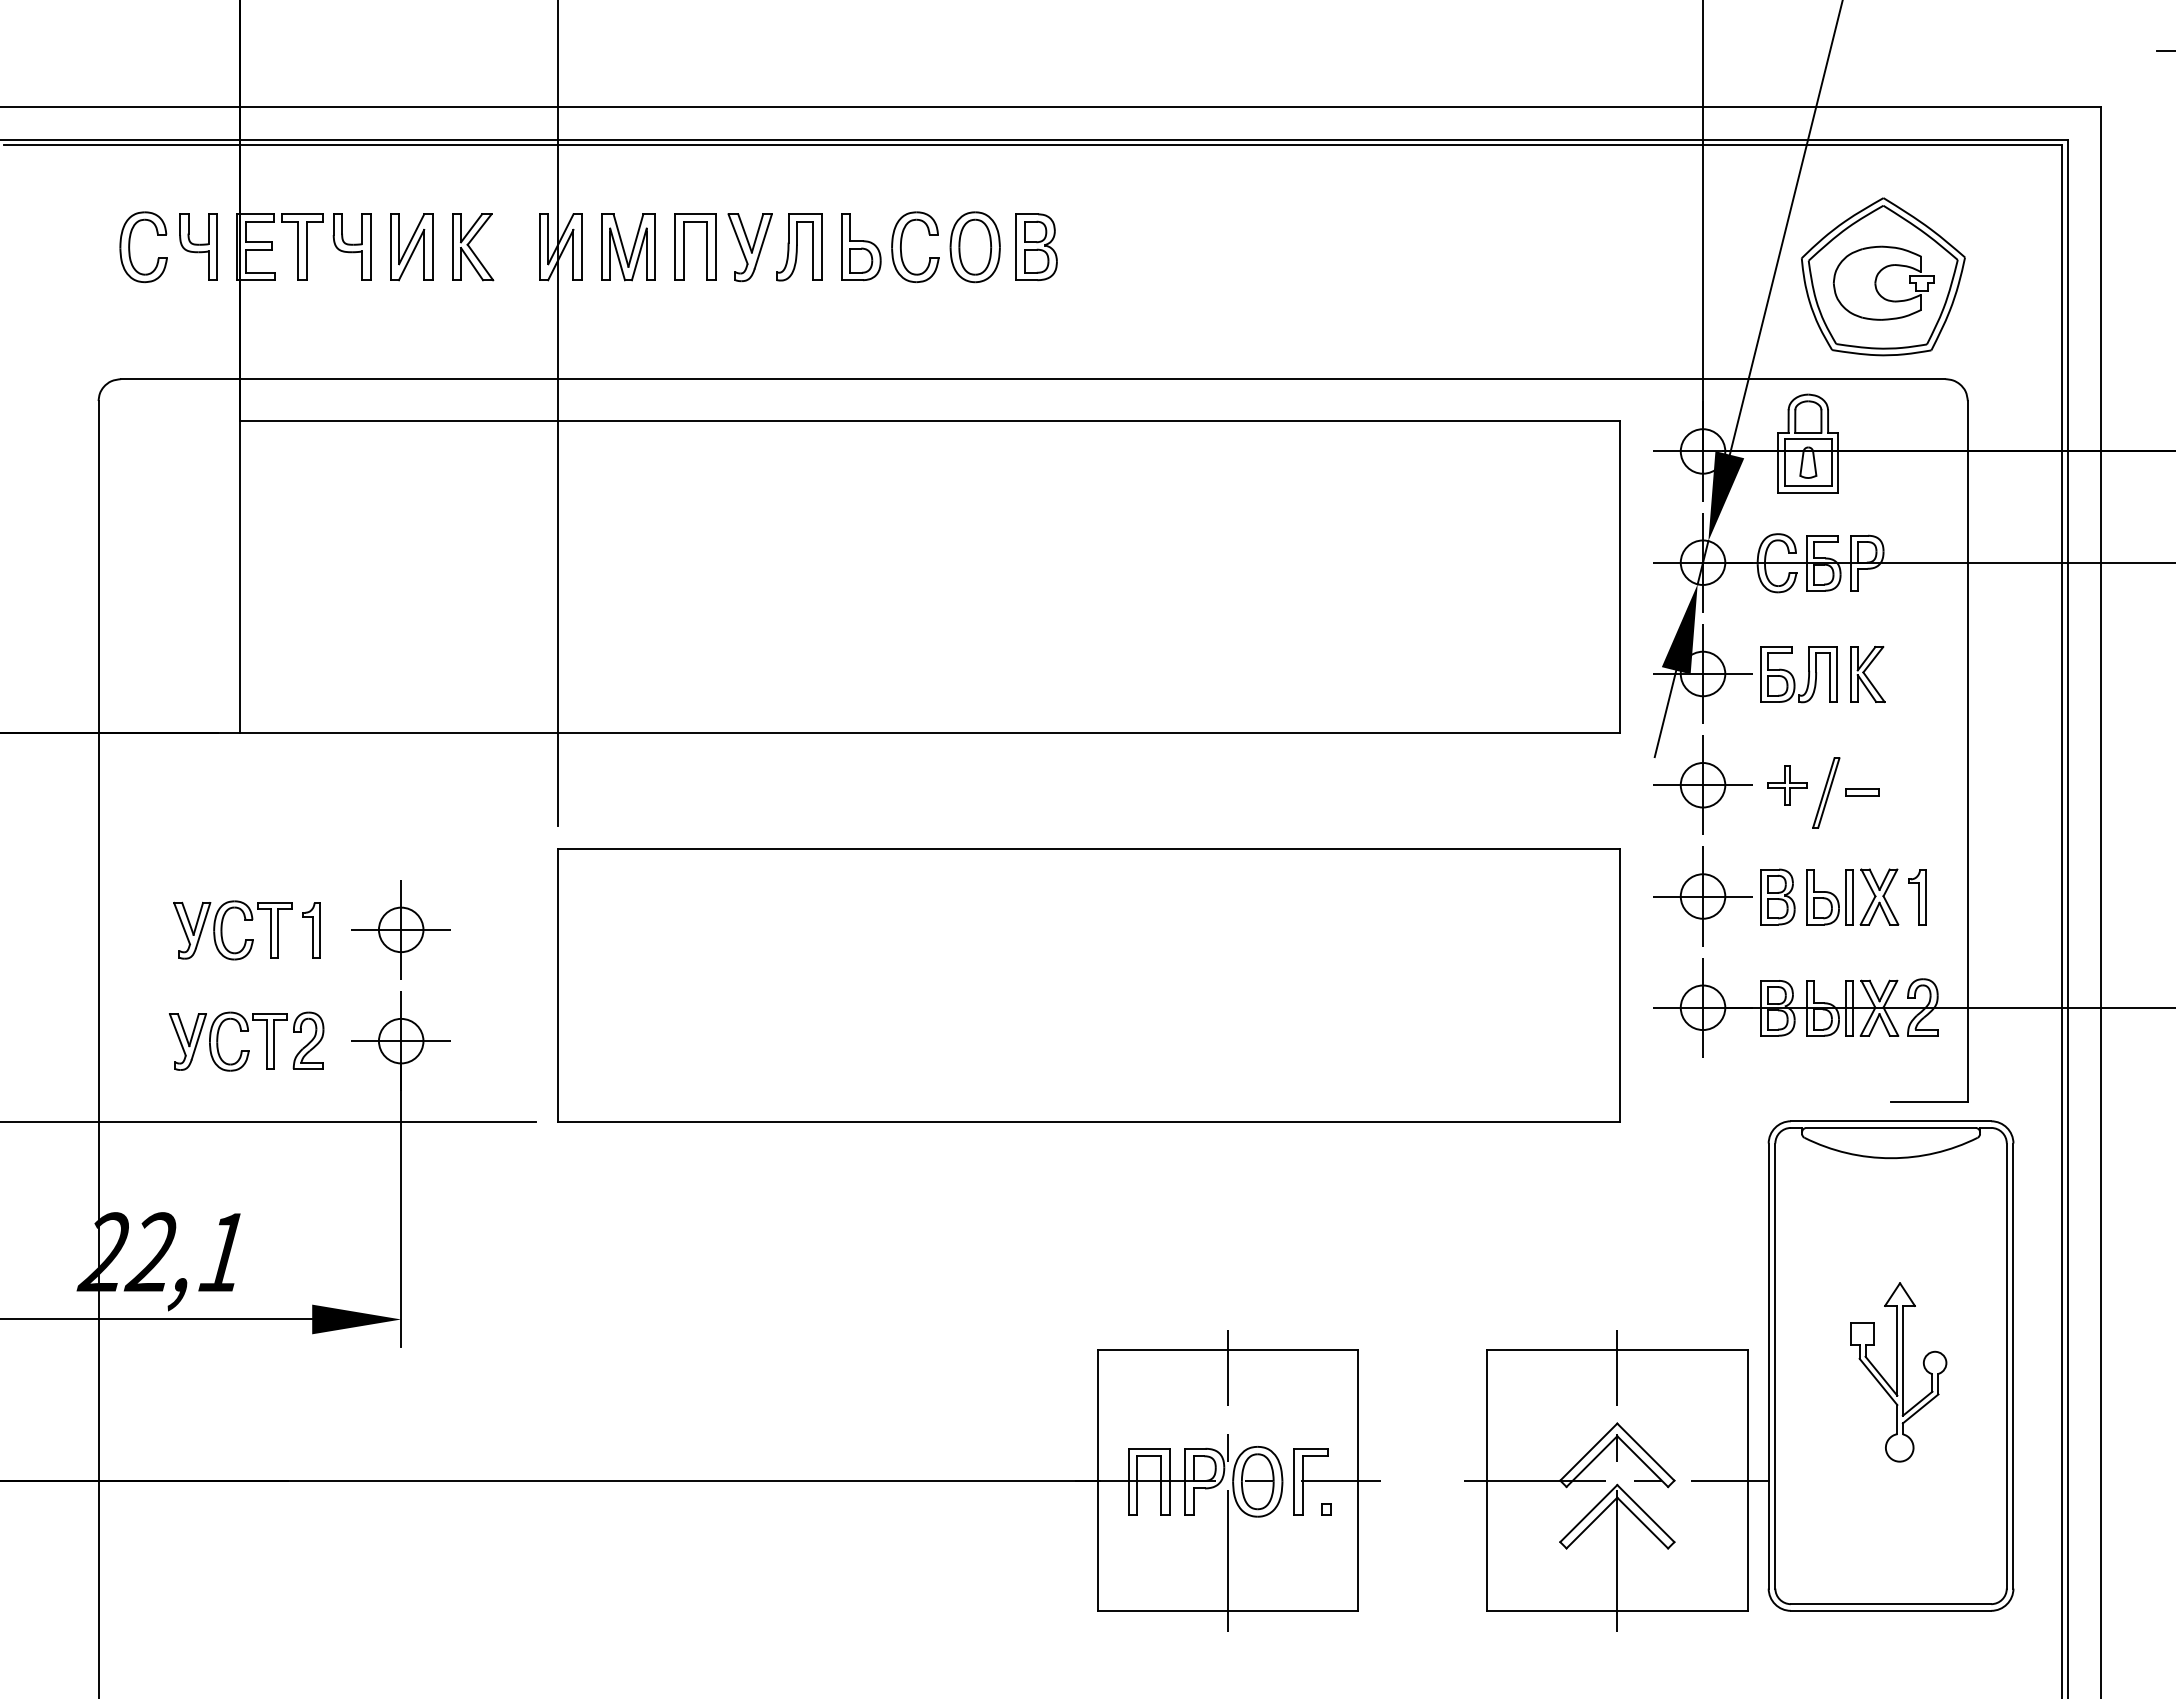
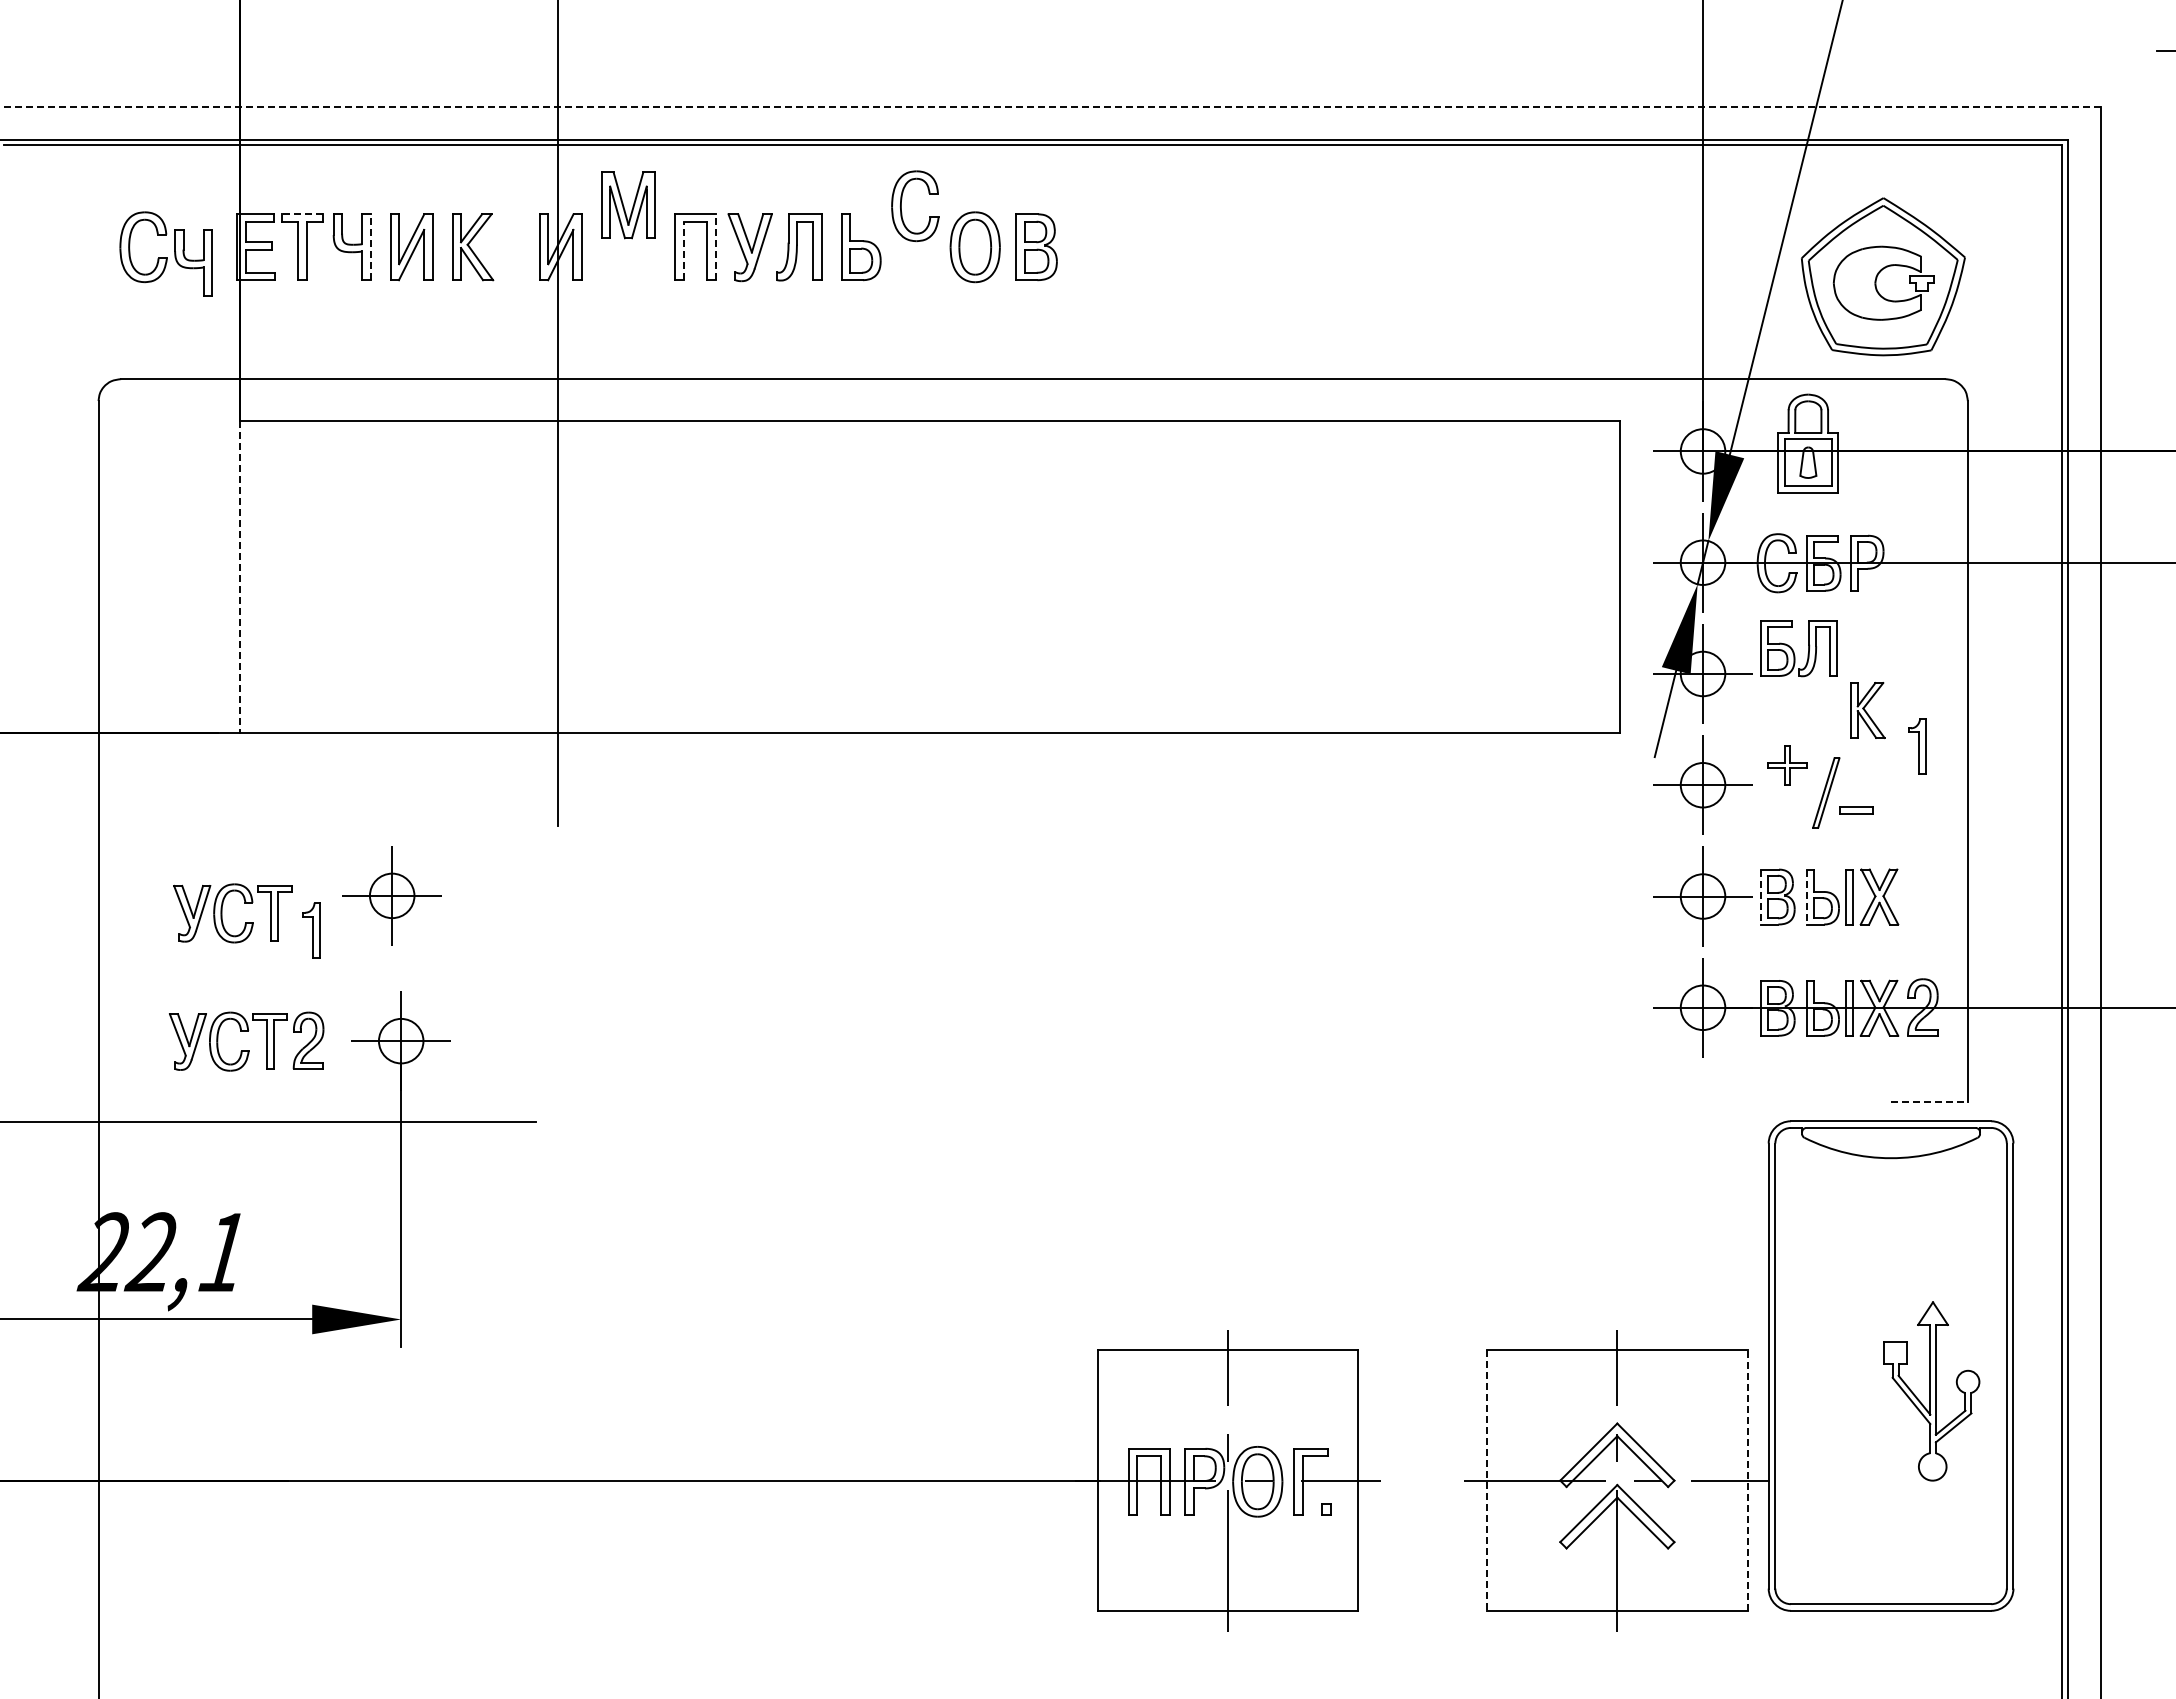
line at (1050, 106): solid -> dashed
line at (302, 214): solid -> dashed
part at (198, 246) position: (198, 246) -> (193, 262)
line at (370, 247): solid -> dashed
part at (628, 247) position: (628, 247) -> (628, 205)
line at (715, 247): solid -> dashed
part at (901, 247) position: (901, 247) -> (901, 206)
line at (683, 250): solid -> dashed
line at (239, 577): solid -> dashed
part at (1798, 674) position: (1798, 674) -> (1798, 648)
part at (1867, 674) position: (1867, 674) -> (1867, 710)
part at (1787, 785) position: (1787, 785) -> (1787, 765)
part at (1862, 792) position: (1862, 792) -> (1856, 810)
line at (1760, 897): solid -> dashed
line at (1806, 897): solid -> dashed
part at (1917, 897) position: (1917, 897) -> (1917, 746)
part at (400, 929) position: (400, 929) -> (391, 895)
part at (222, 930) position: (222, 930) -> (222, 913)
part at (1088, 985): present -> none
line at (1929, 1101): solid -> dashed
part at (1898, 1372) position: (1898, 1372) -> (1931, 1391)
line at (1747, 1480): solid -> dashed
line at (1487, 1481): solid -> dashed
